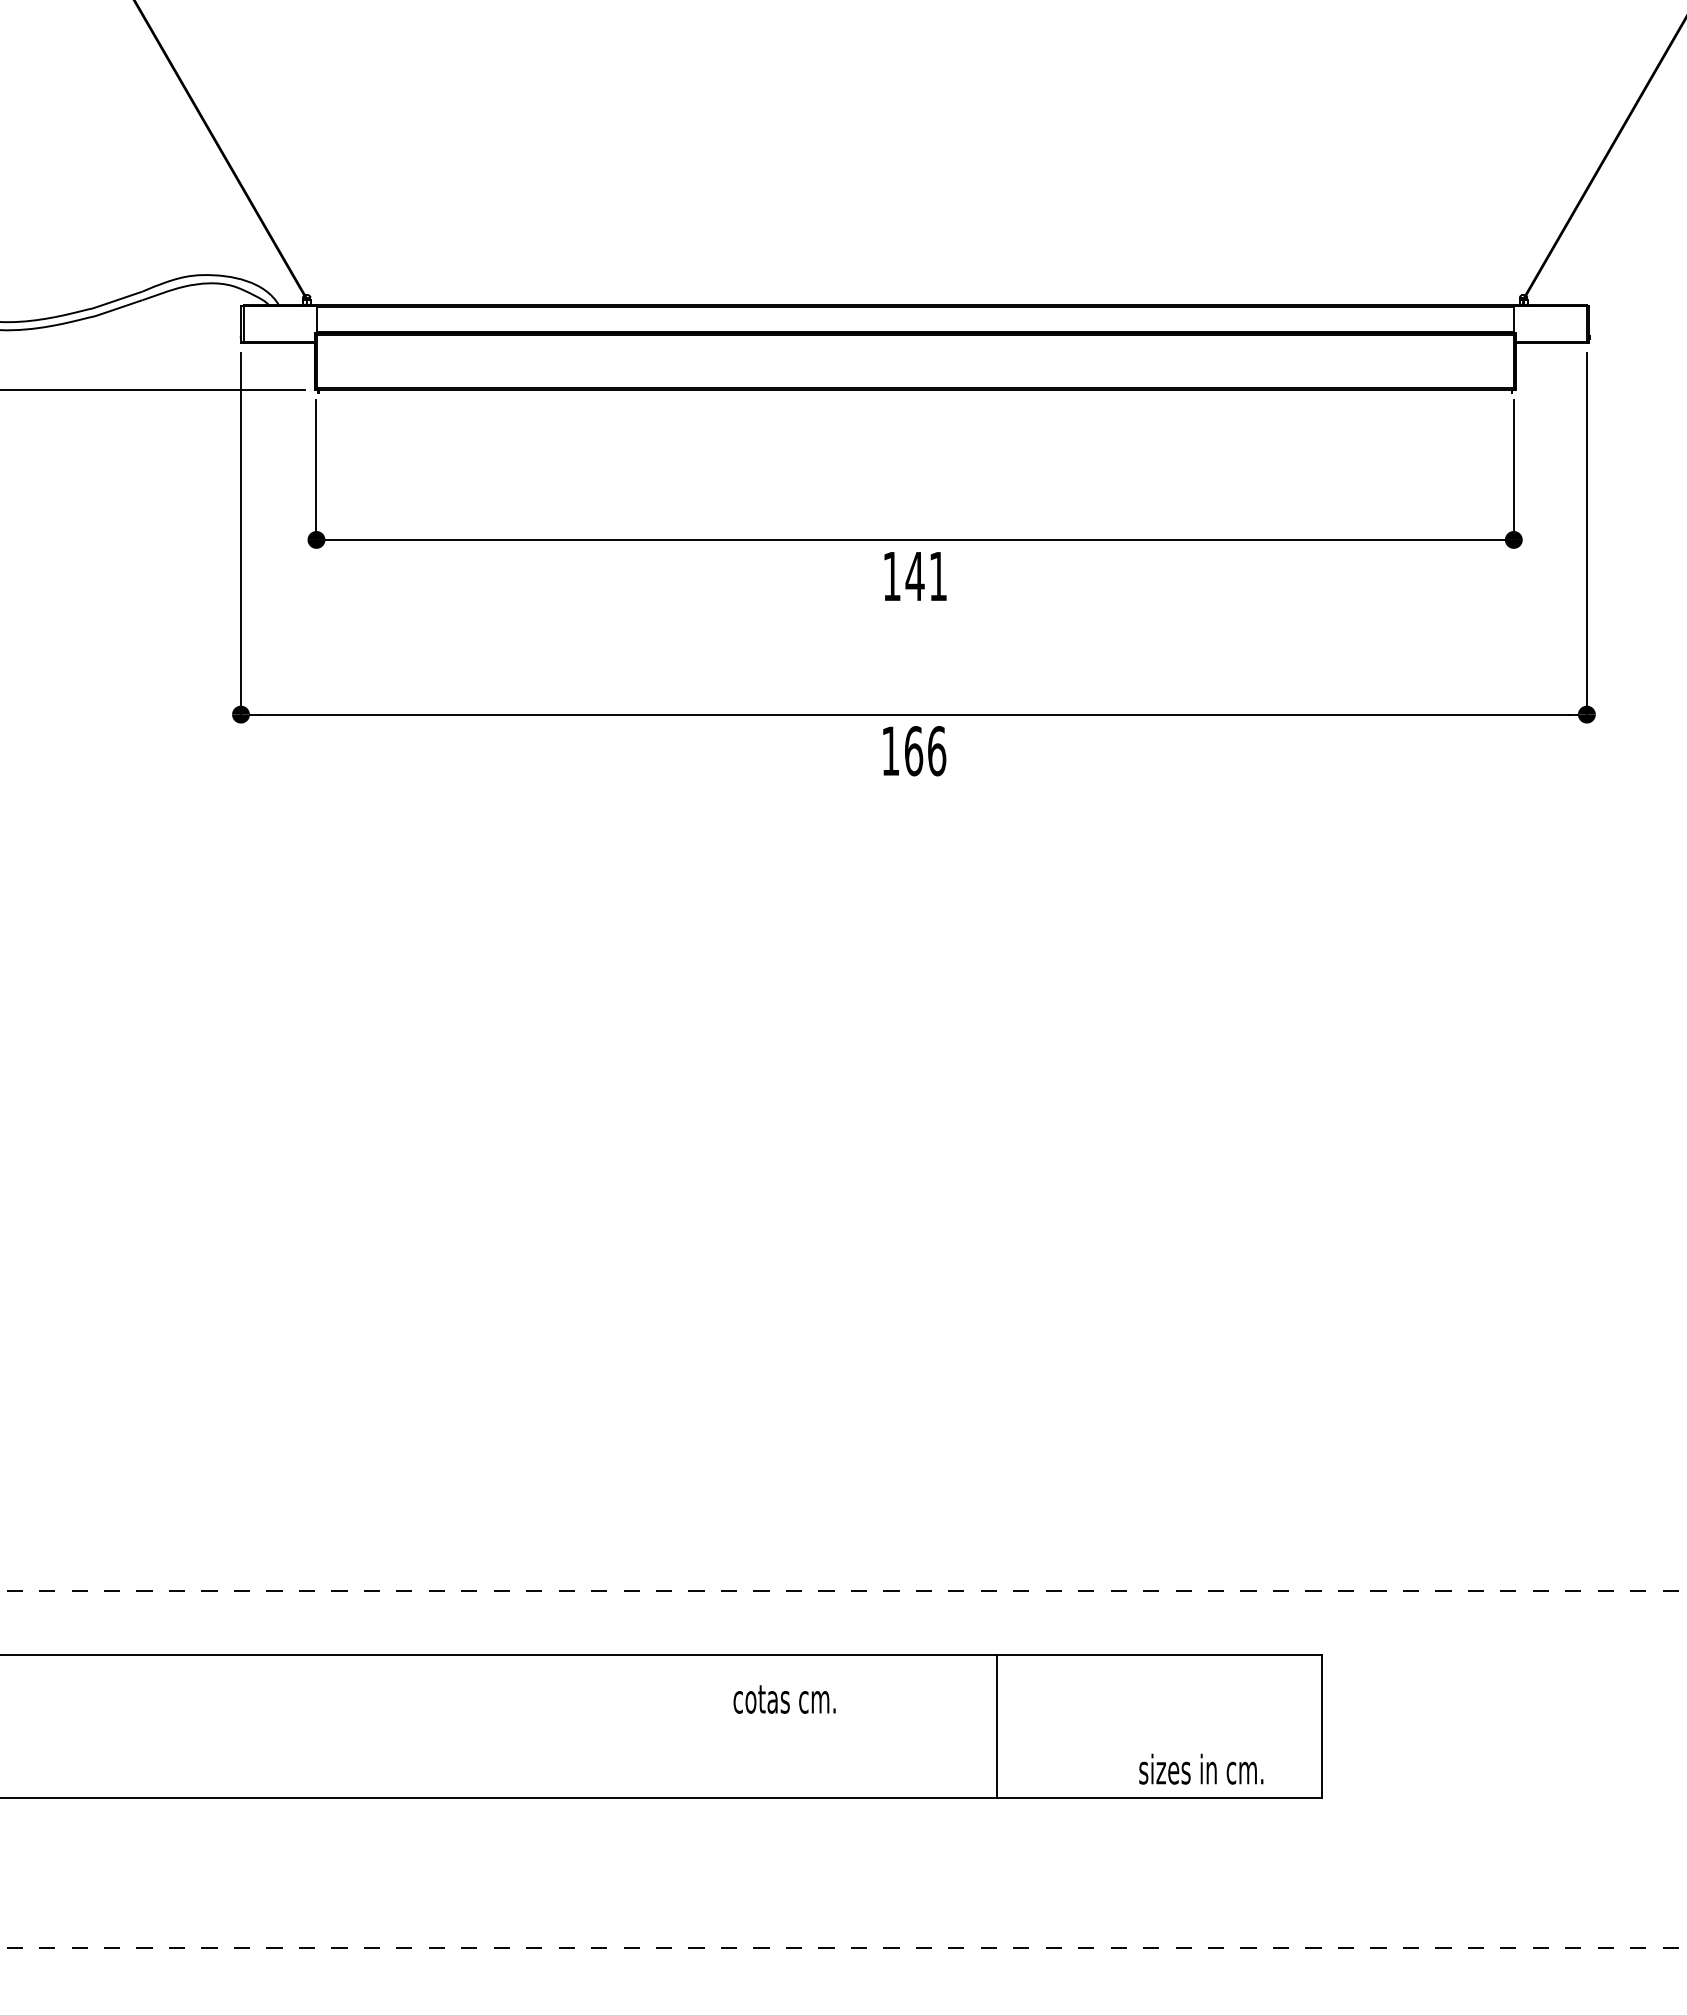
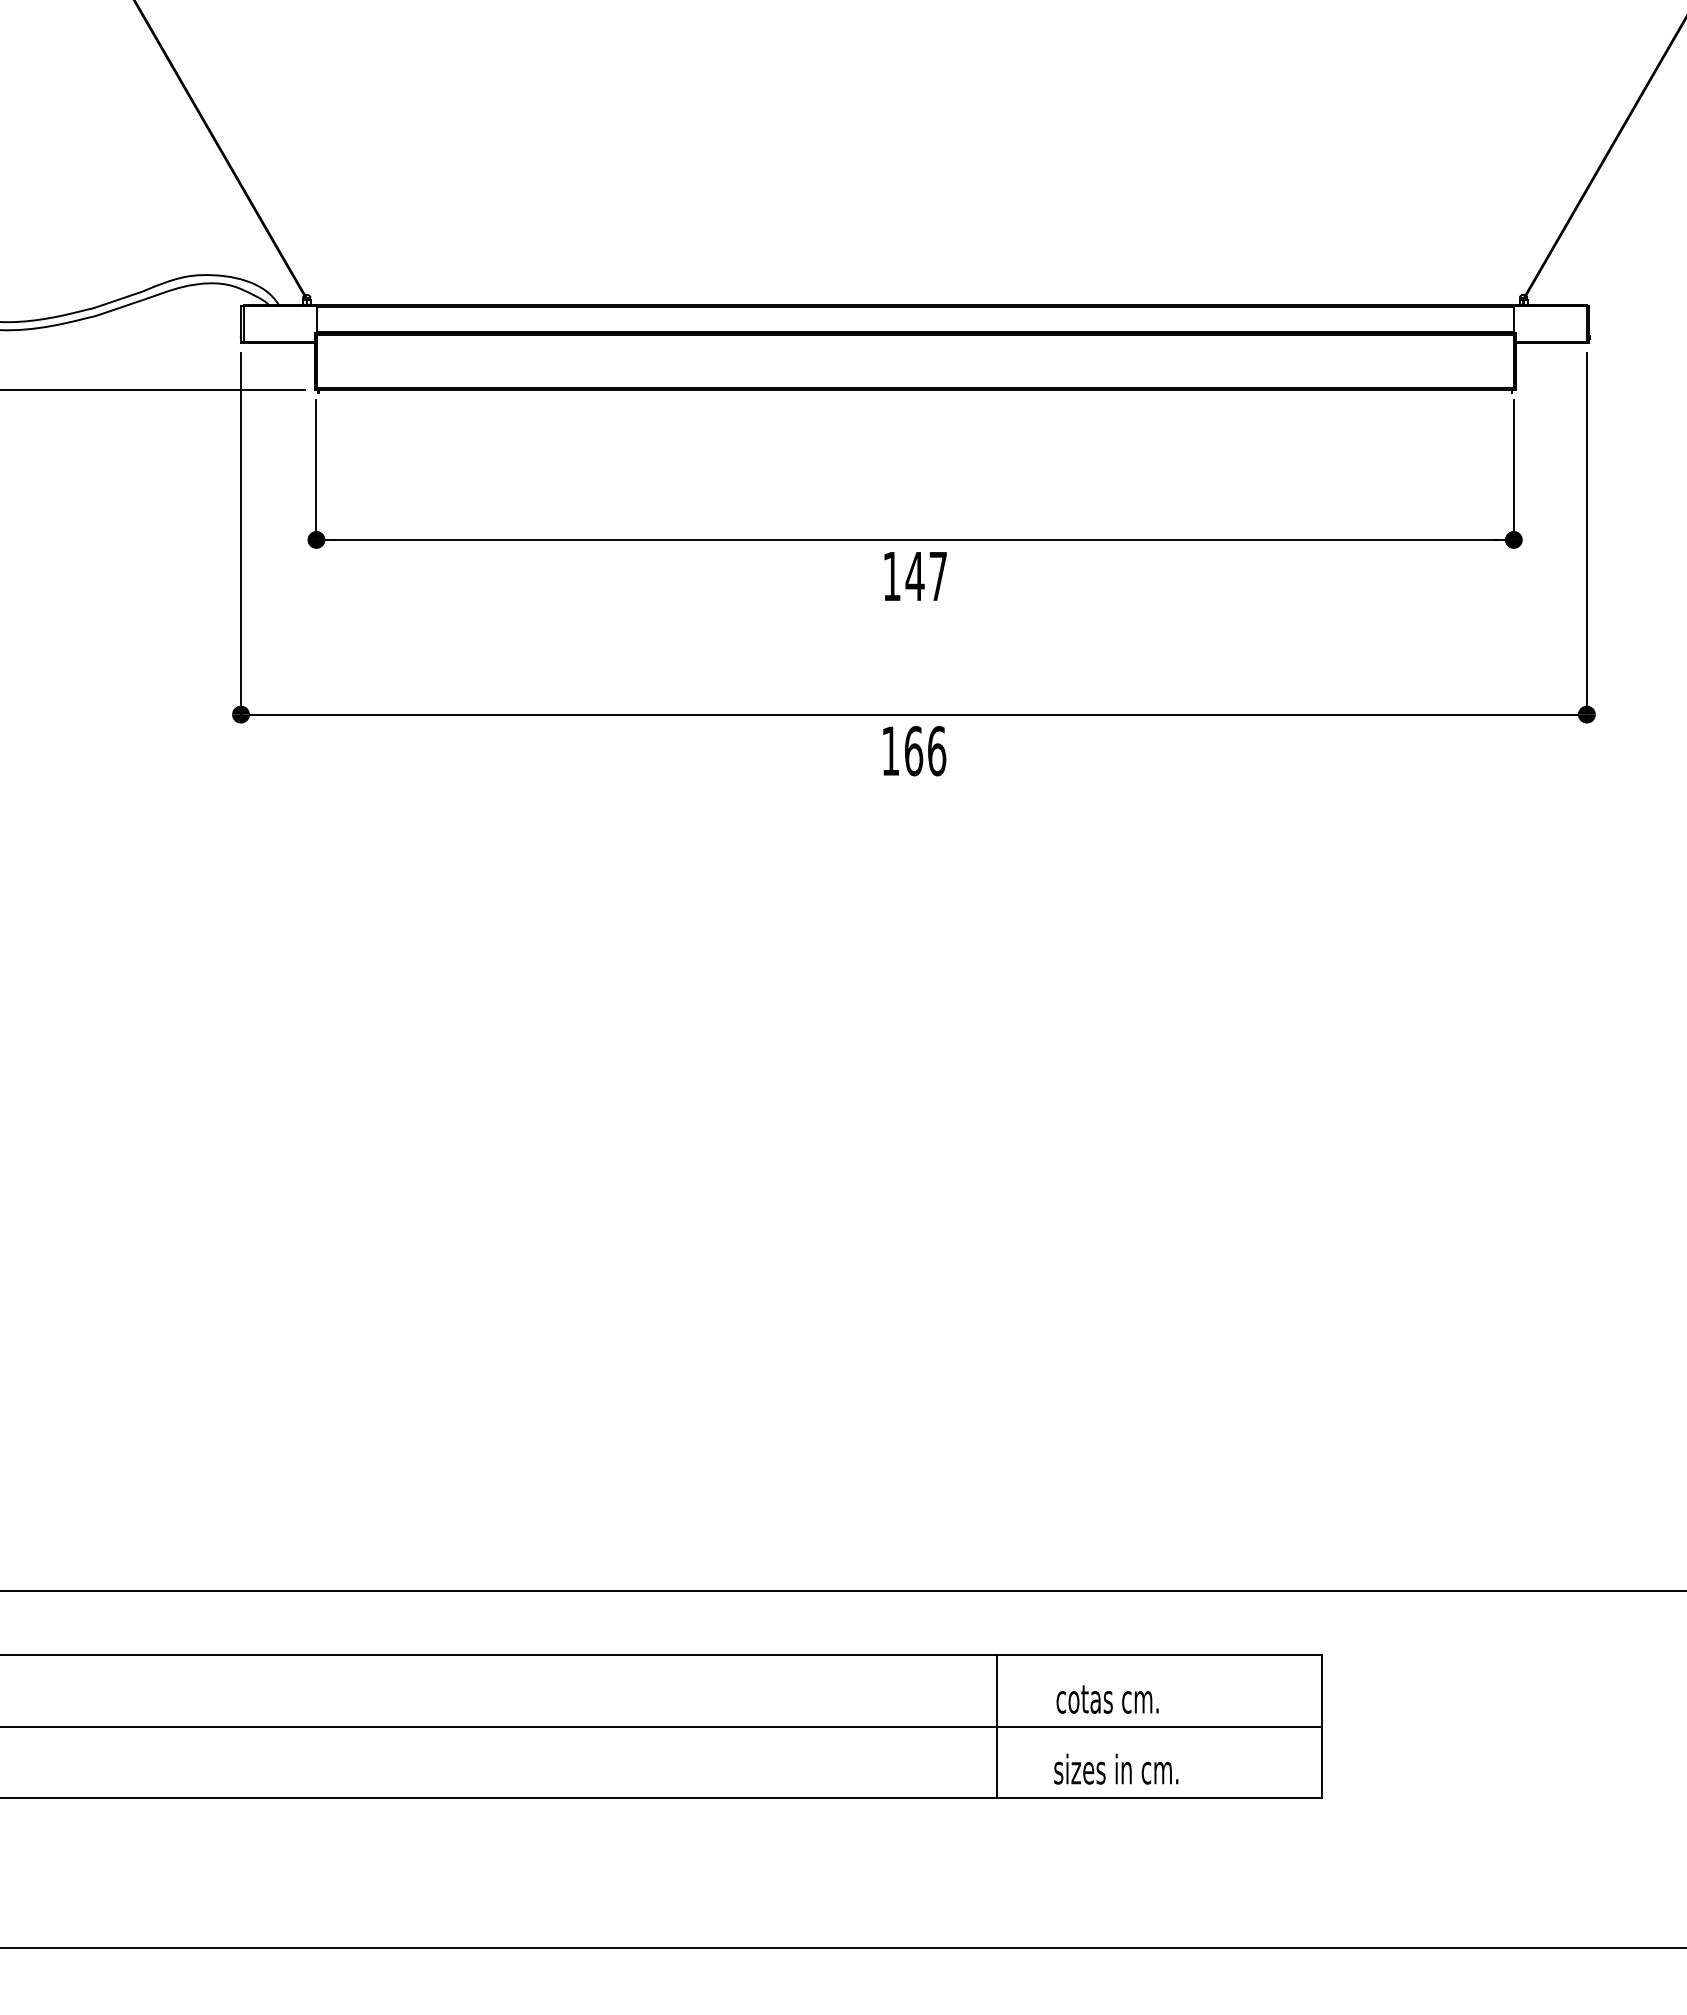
text at (937, 576): 141 -> 147
line at (843, 1590): dashed -> solid
text at (784, 1699) position: (784, 1699) -> (1107, 1699)
line at (661, 1726): none -> present
text at (1201, 1768) position: (1201, 1768) -> (1116, 1768)
line at (843, 1947): dashed -> solid
